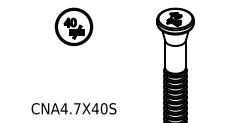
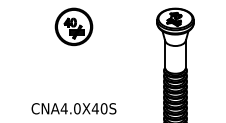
text at (77, 108): CNA4.7X40S -> CNA4.0X40S
